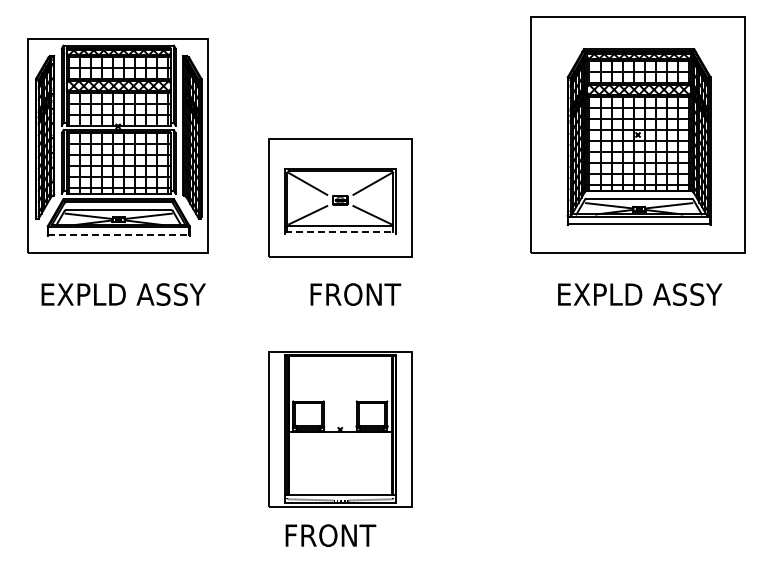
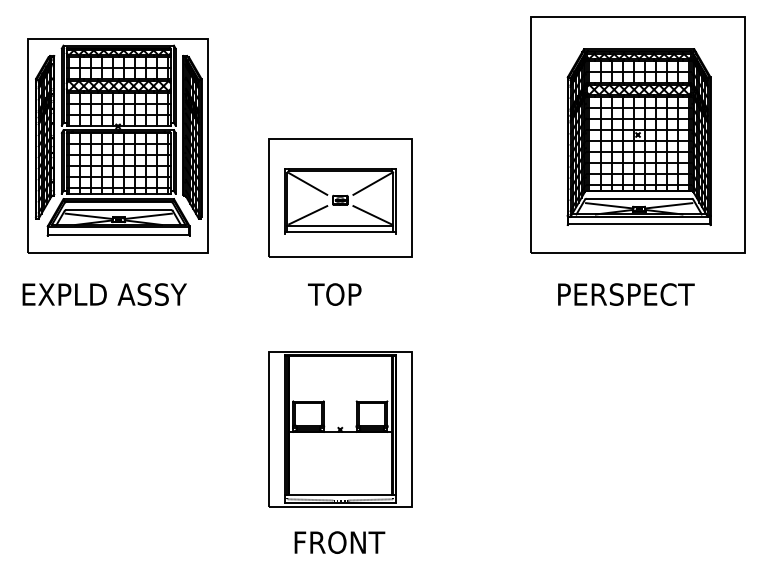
line at (340, 231): dashed -> solid
line at (119, 234): dashed -> solid
text at (123, 294) position: (123, 294) -> (104, 294)
text at (354, 294): FRONT -> TOP
text at (641, 294): EXPLD ASSY -> PERSPECT
text at (330, 535) position: (330, 535) -> (339, 542)
